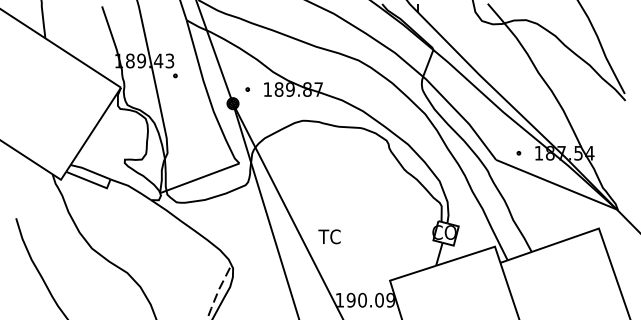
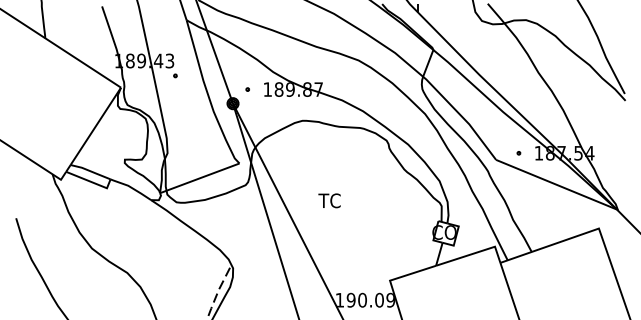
text at (329, 236) position: (329, 236) -> (329, 200)
